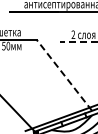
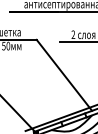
line at (78, 42): dashed -> solid
line at (64, 74): dashed -> solid
